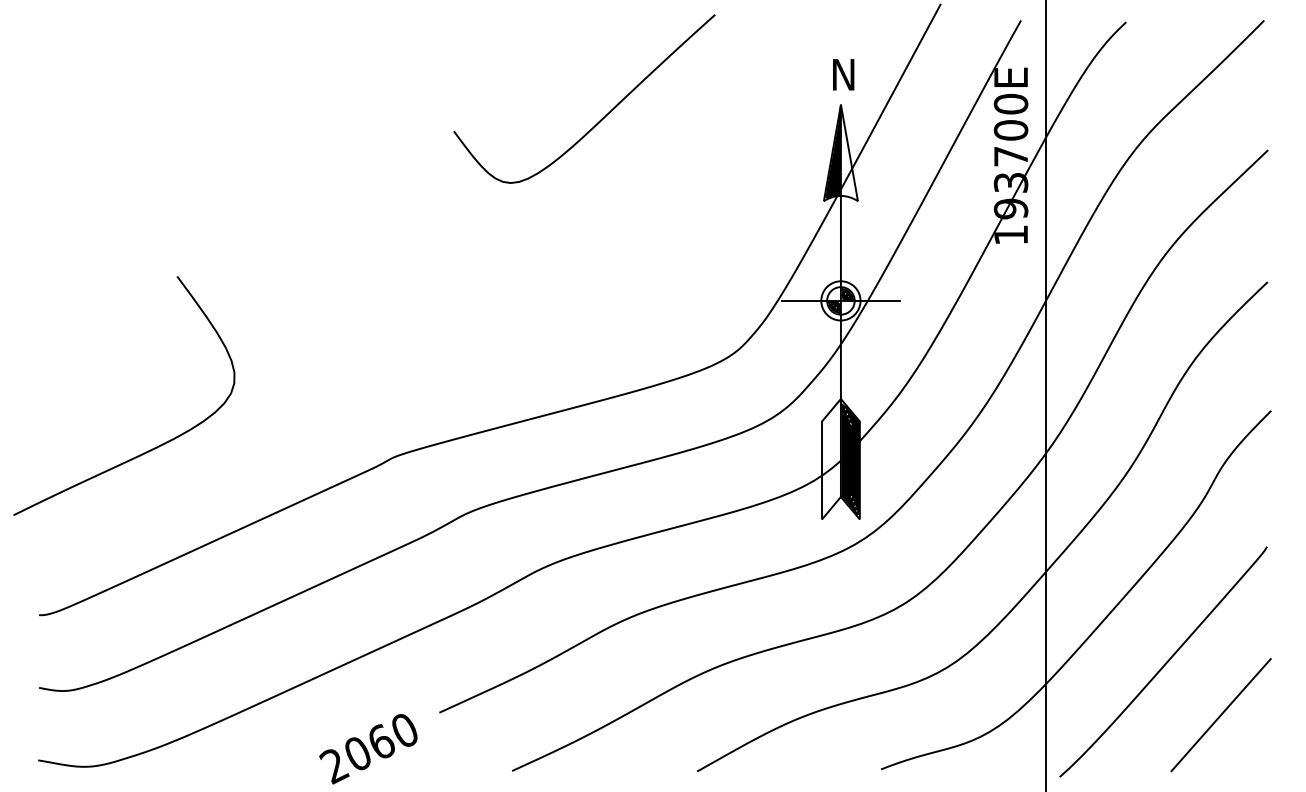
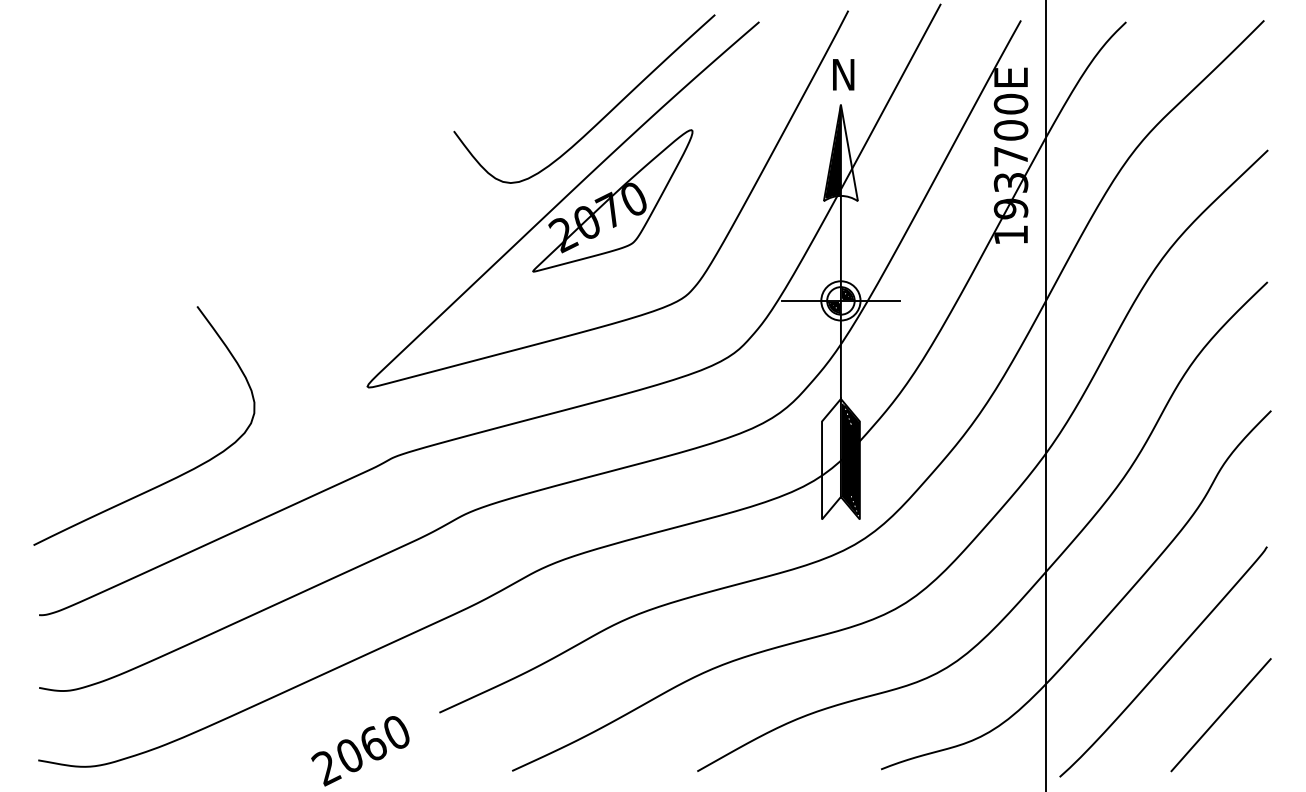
part at (607, 199): none -> present
curve at (150, 449) position: (150, 449) -> (170, 479)
text at (368, 749) position: (368, 749) -> (360, 751)
